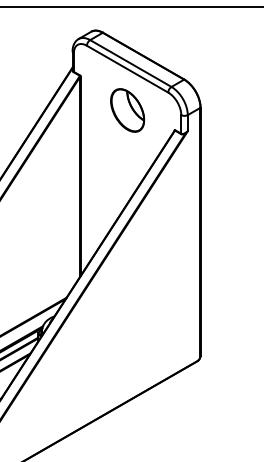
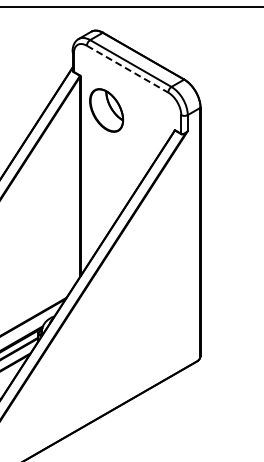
line at (127, 69): solid -> dashed
part at (127, 110) position: (127, 110) -> (106, 110)
